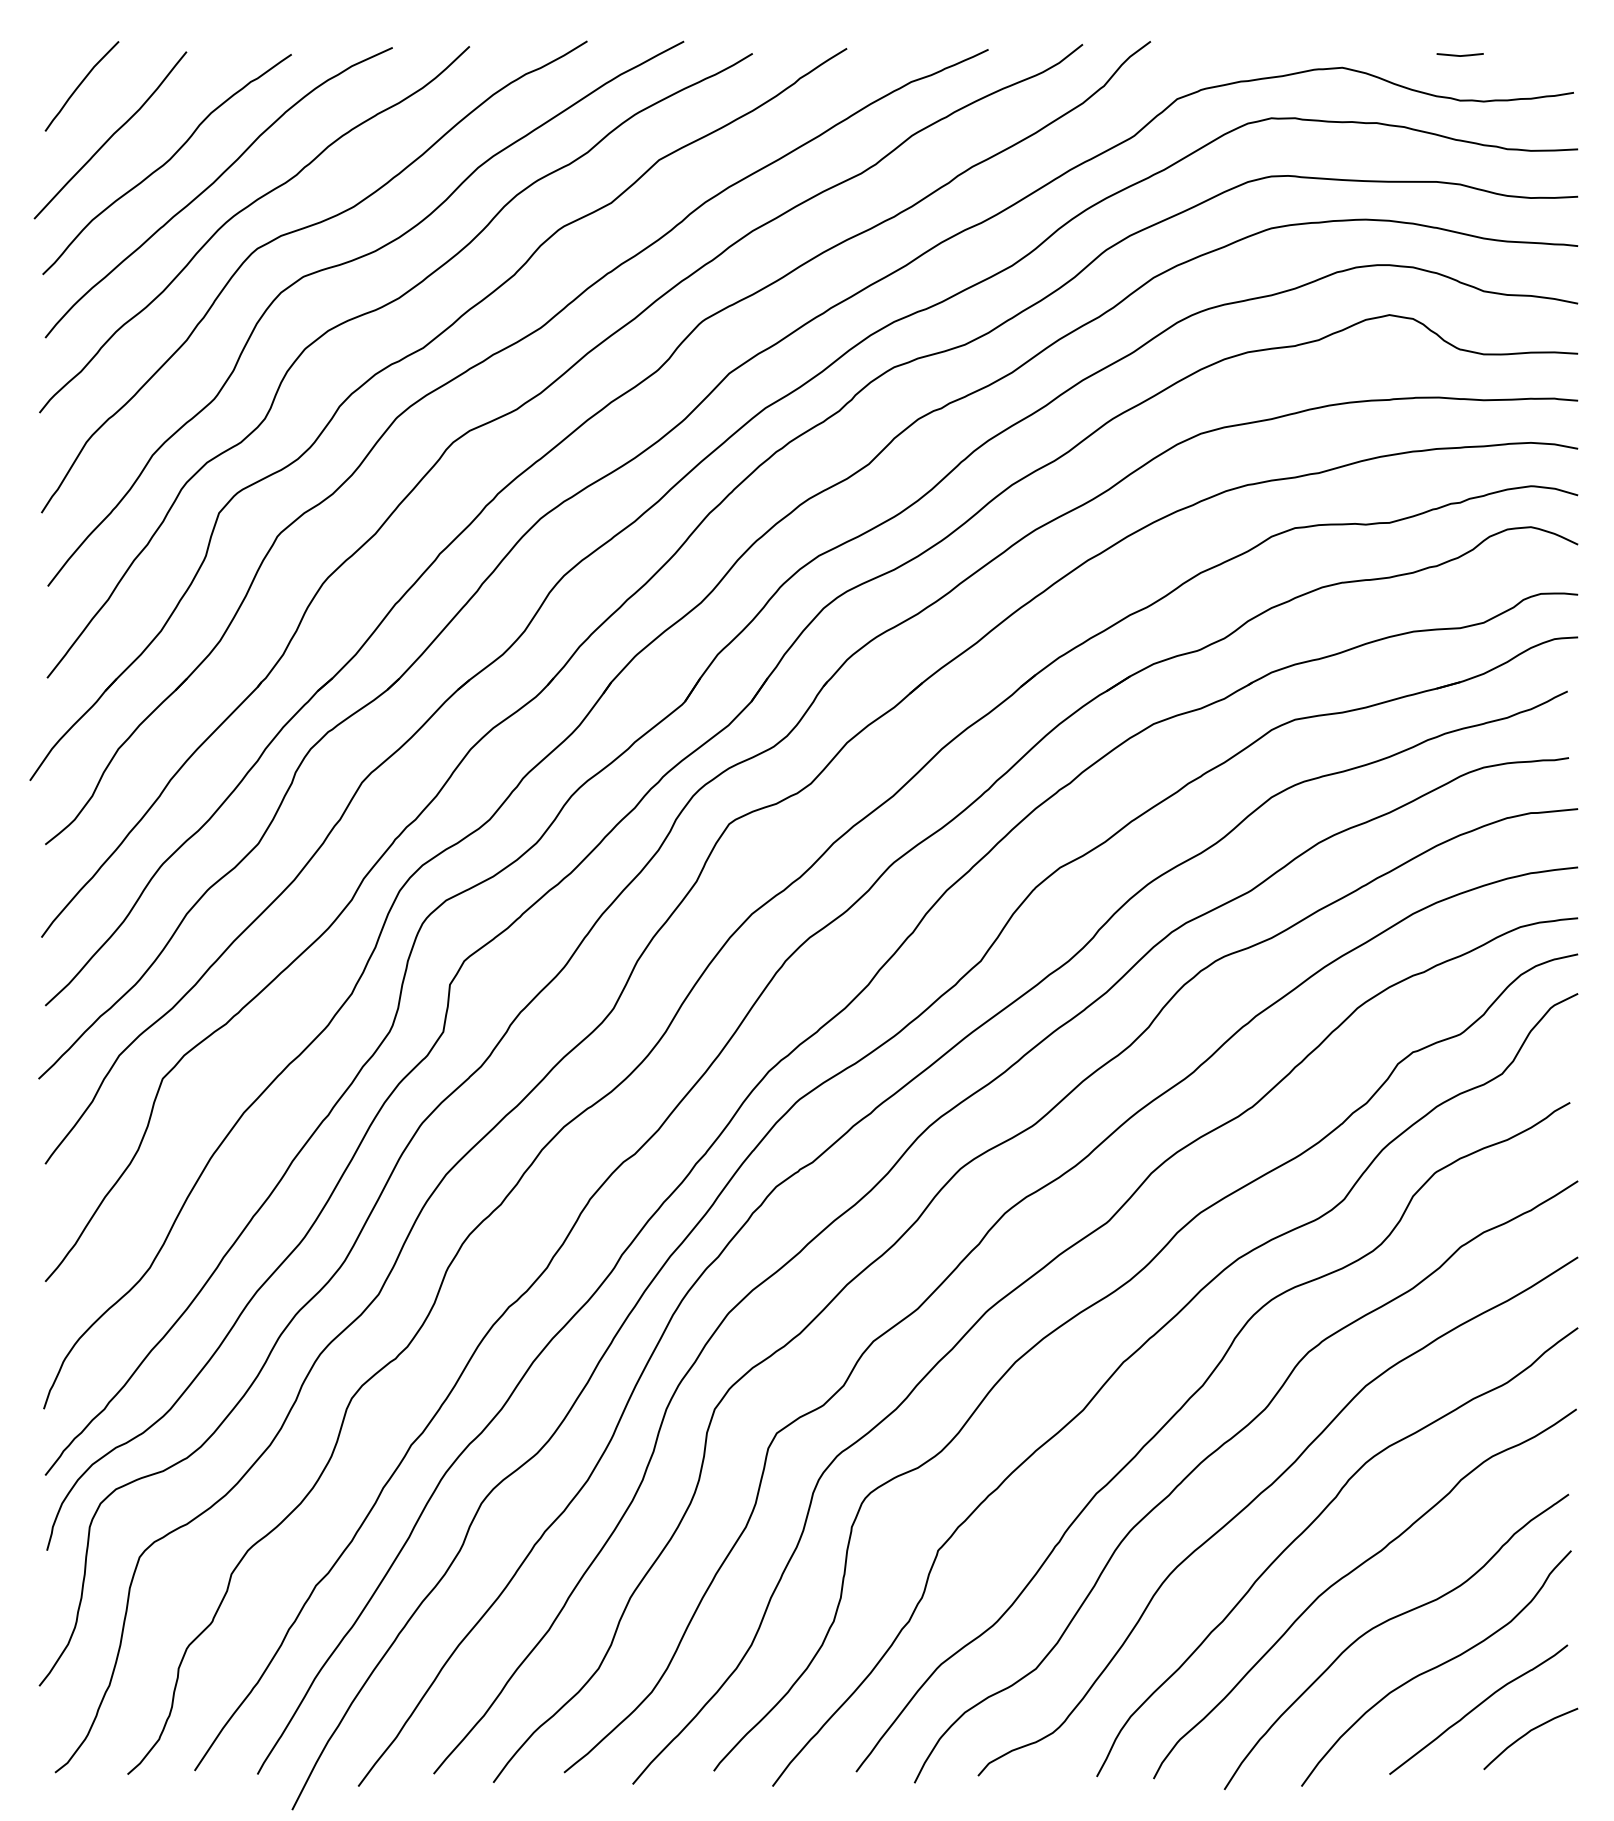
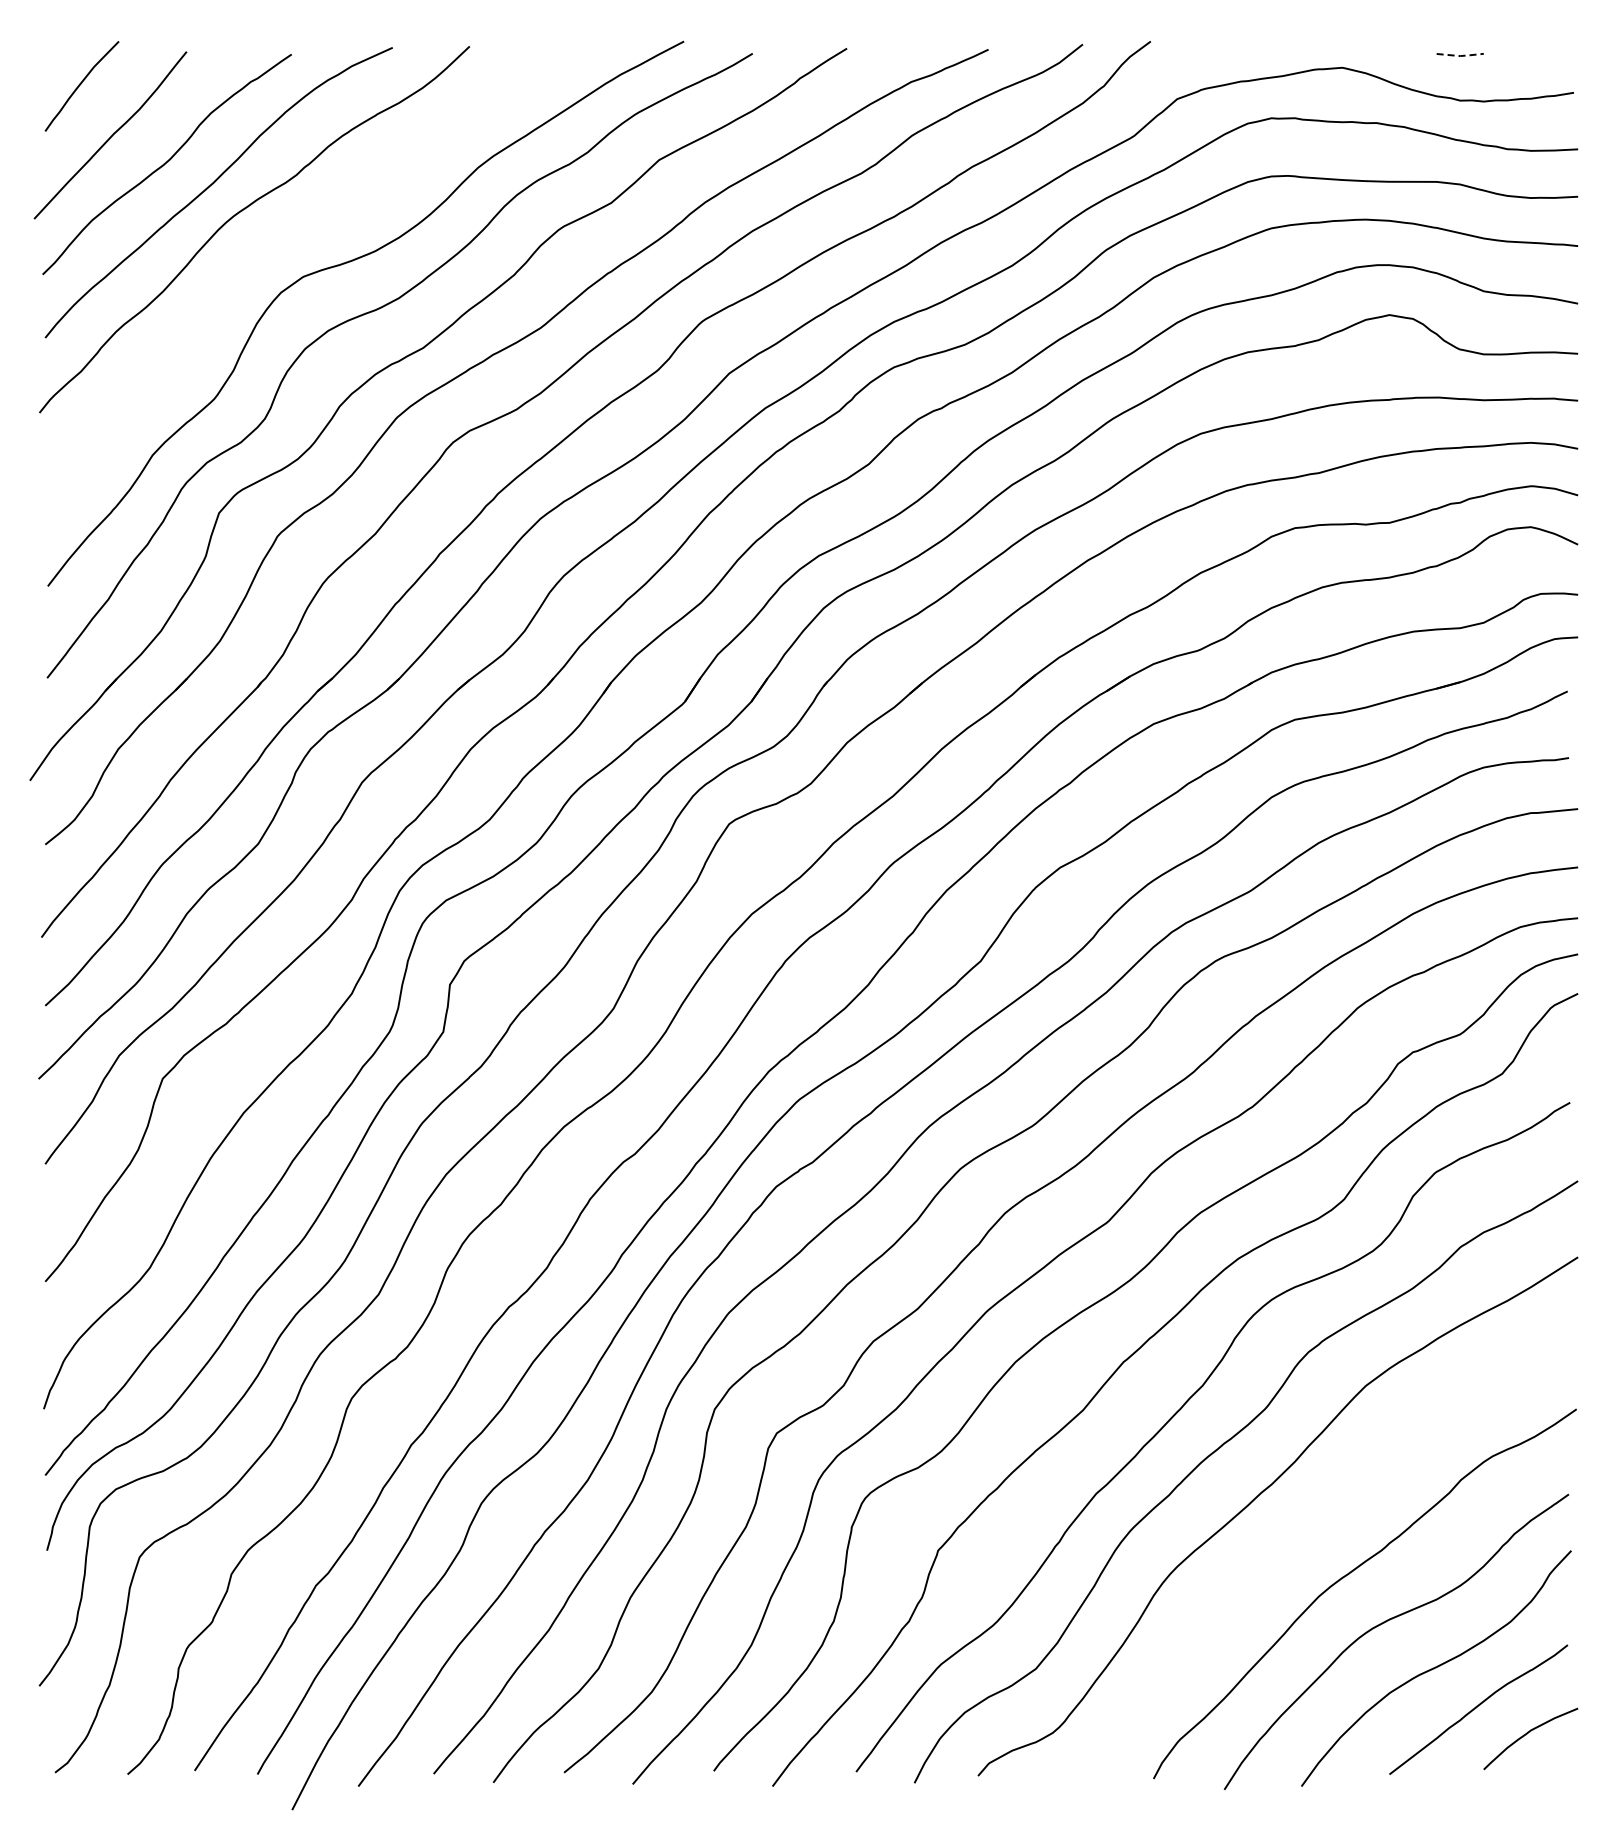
line at (1460, 56): solid -> dashed
curve at (300, 230): present -> none
curve at (1311, 1525): present -> none
